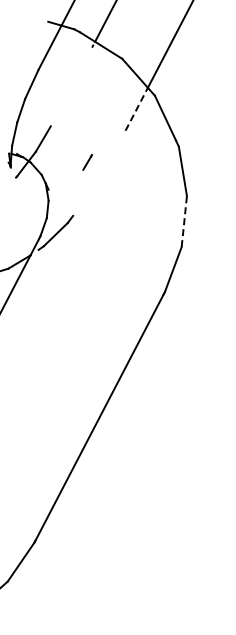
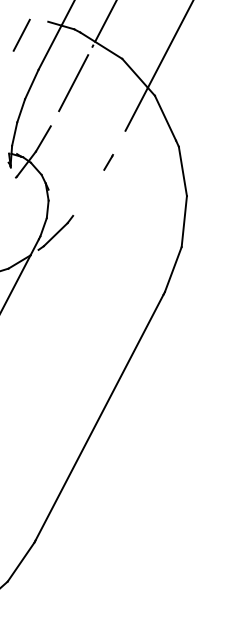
line at (21, 34): none -> present
line at (73, 83): none -> present
line at (136, 108): dashed -> solid
line at (87, 161) position: (87, 161) -> (108, 161)
line at (184, 221): dashed -> solid
